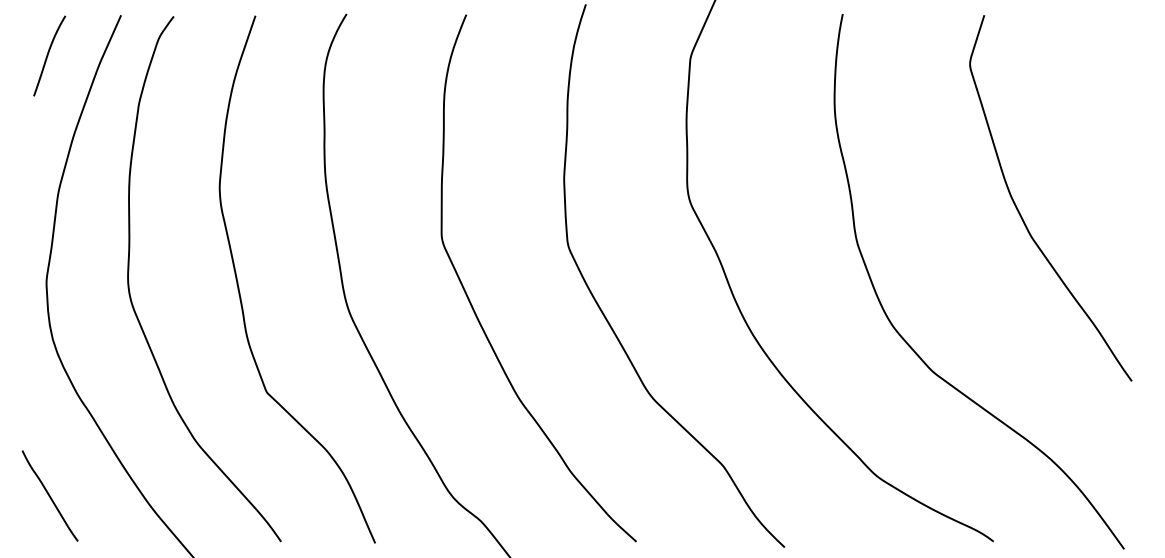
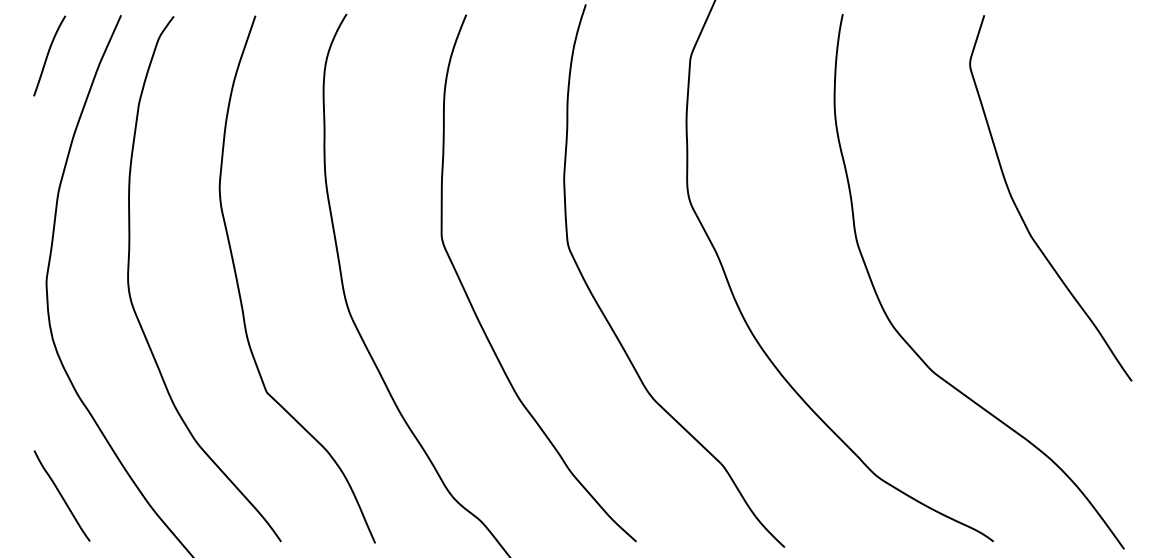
curve at (49, 495) position: (49, 495) -> (61, 495)
